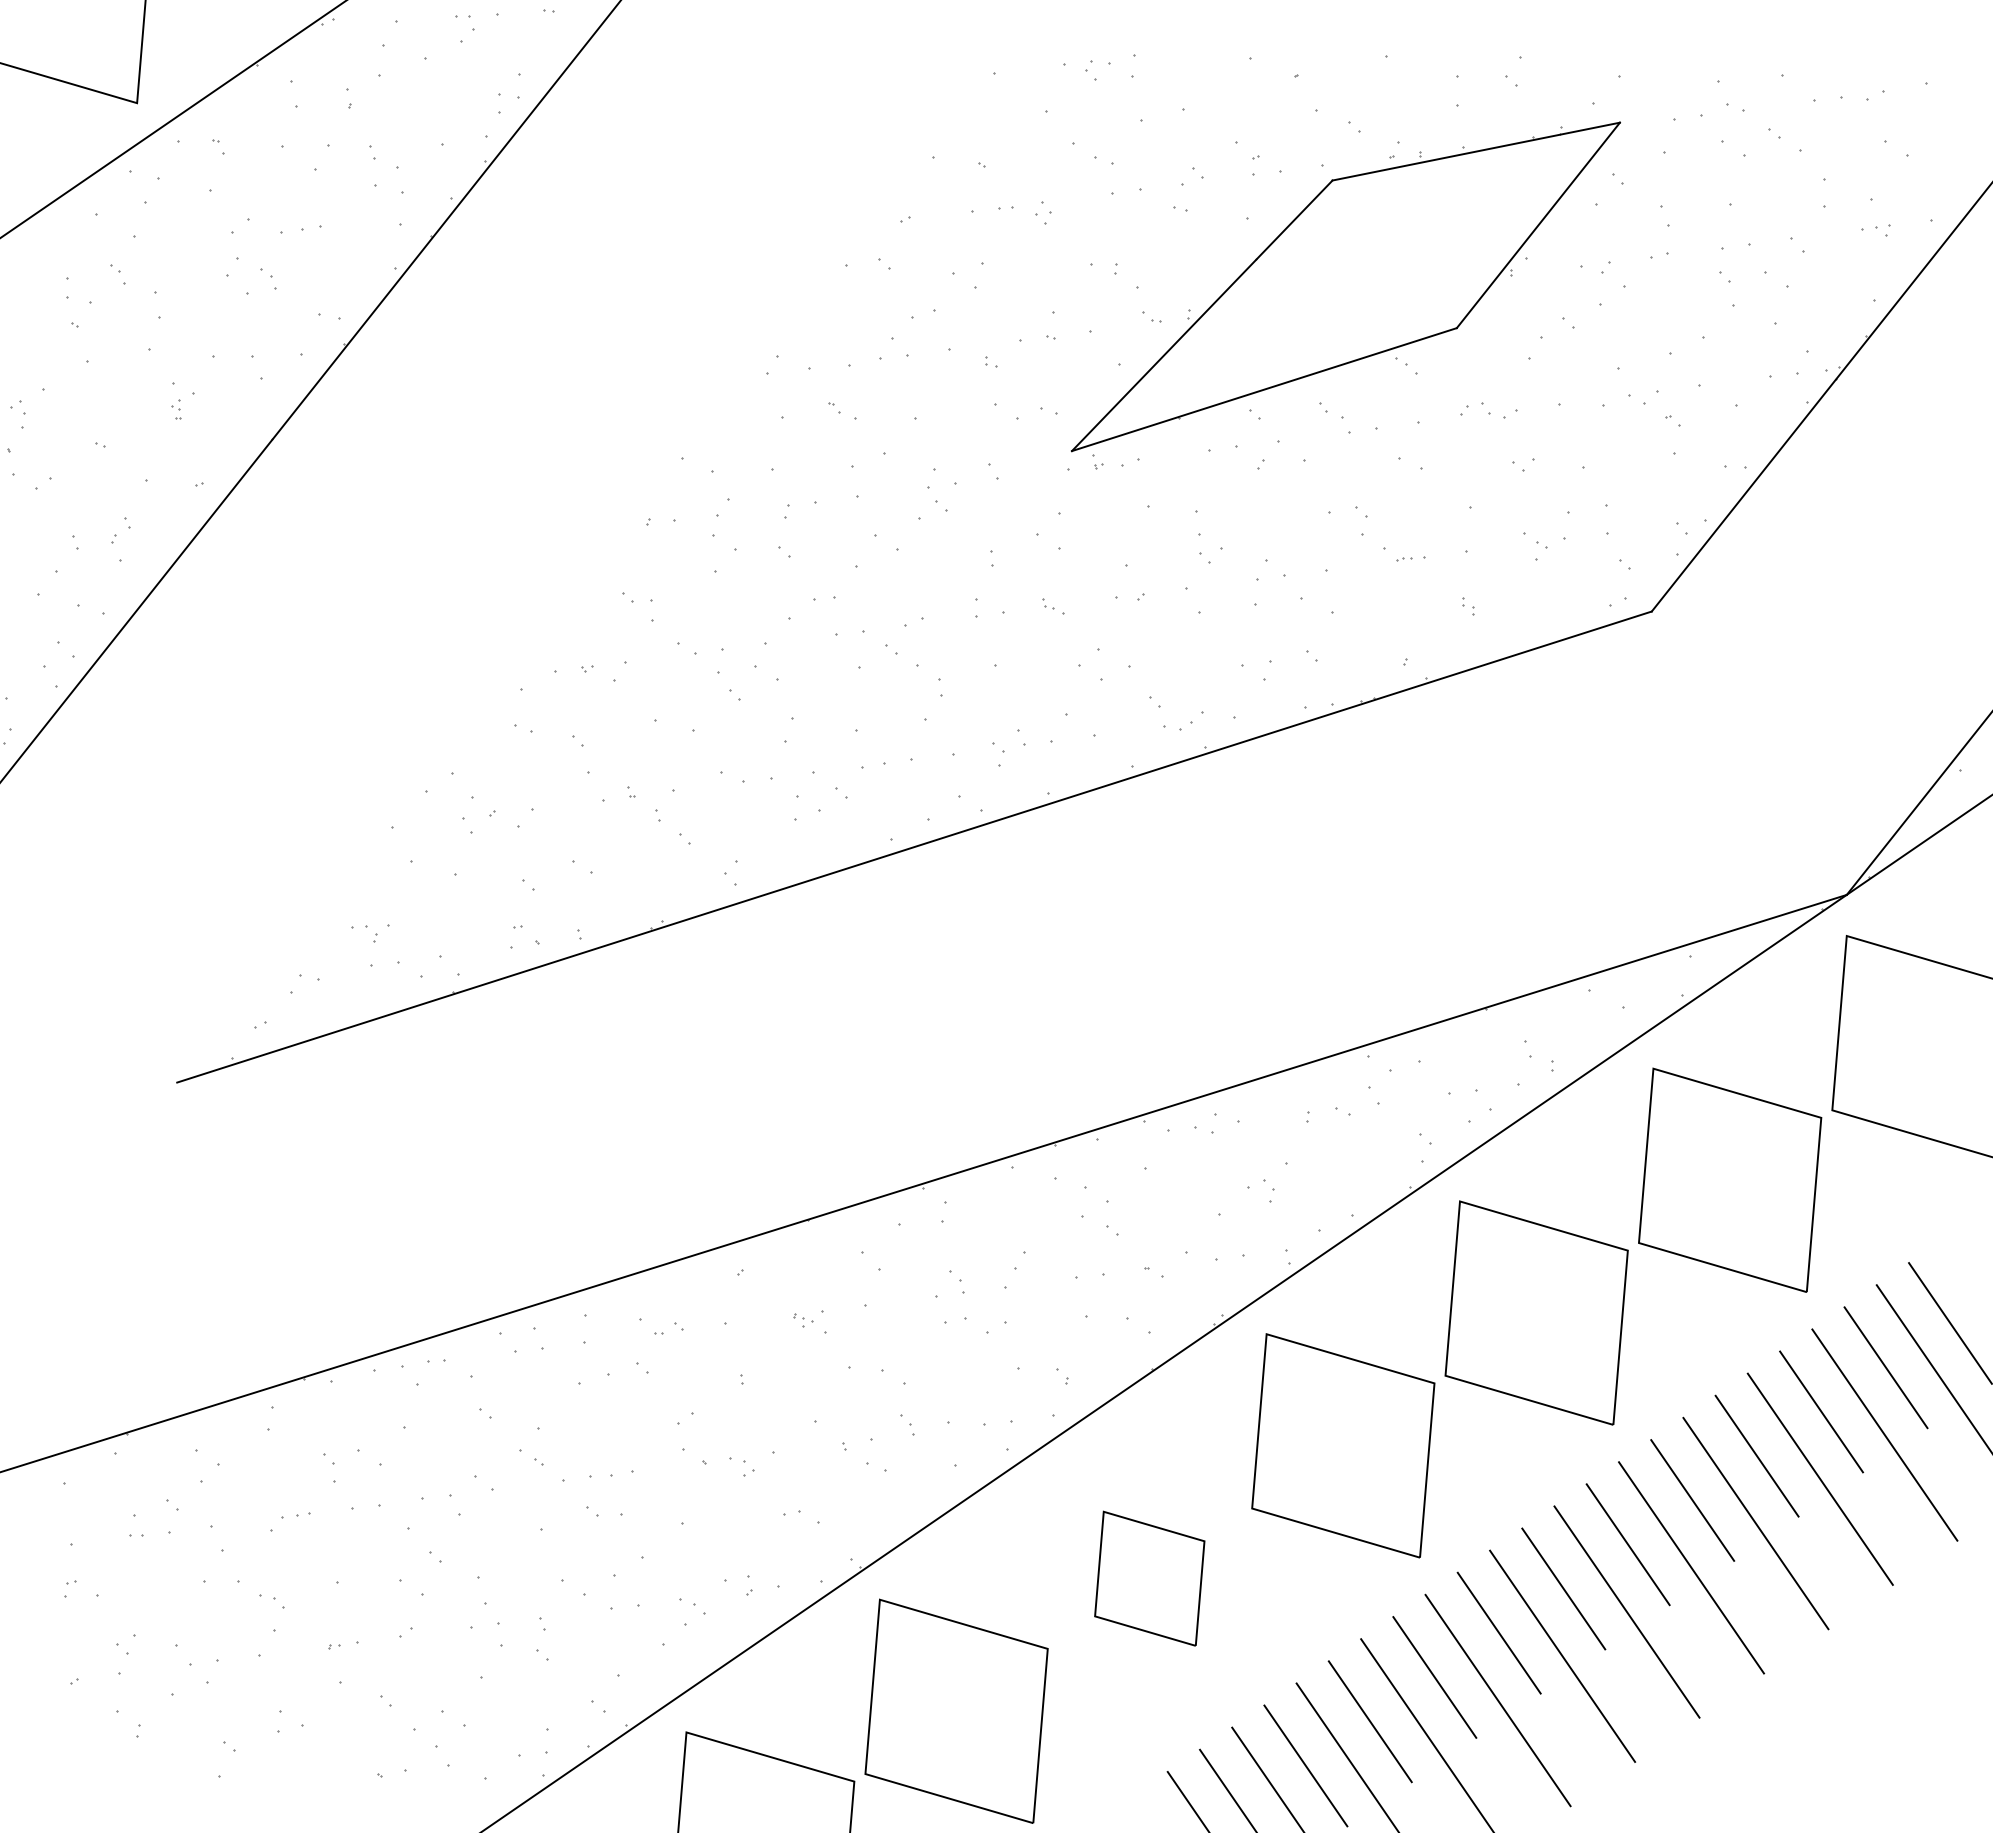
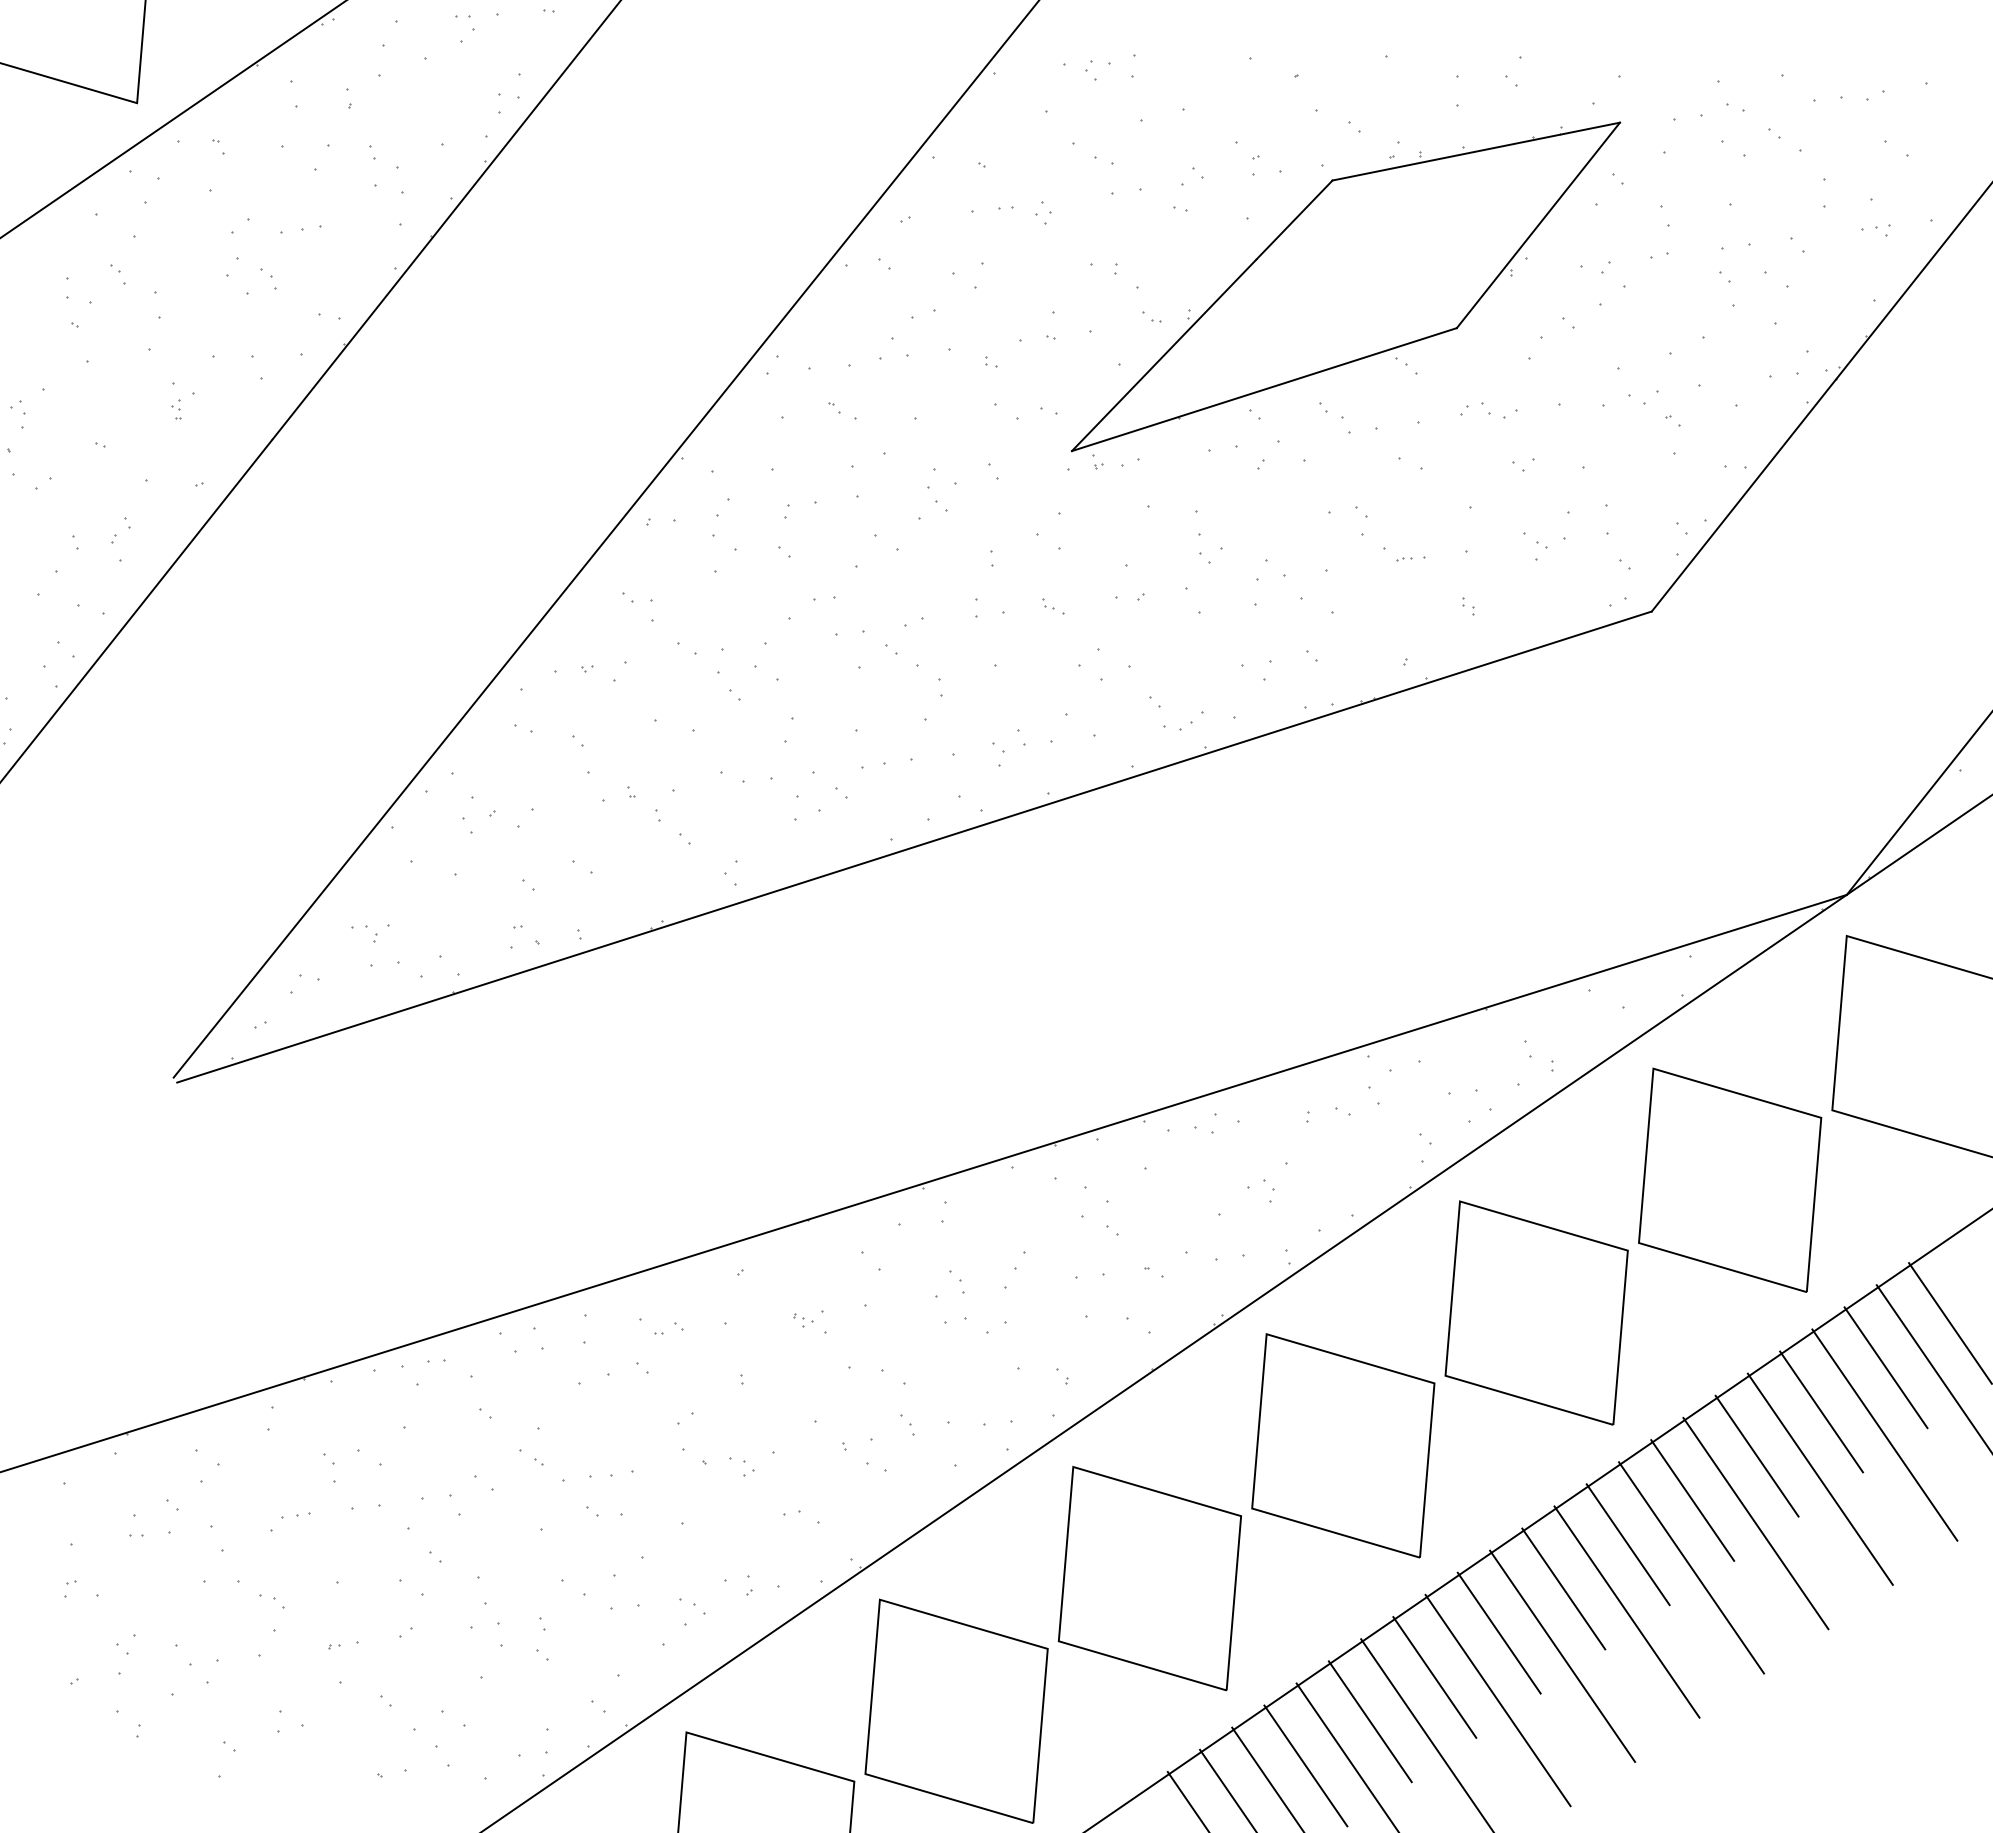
line at (605, 539): none -> present
line at (1538, 1519): none -> present
part at (1149, 1578) size: 112x137 px -> 185x226 px
